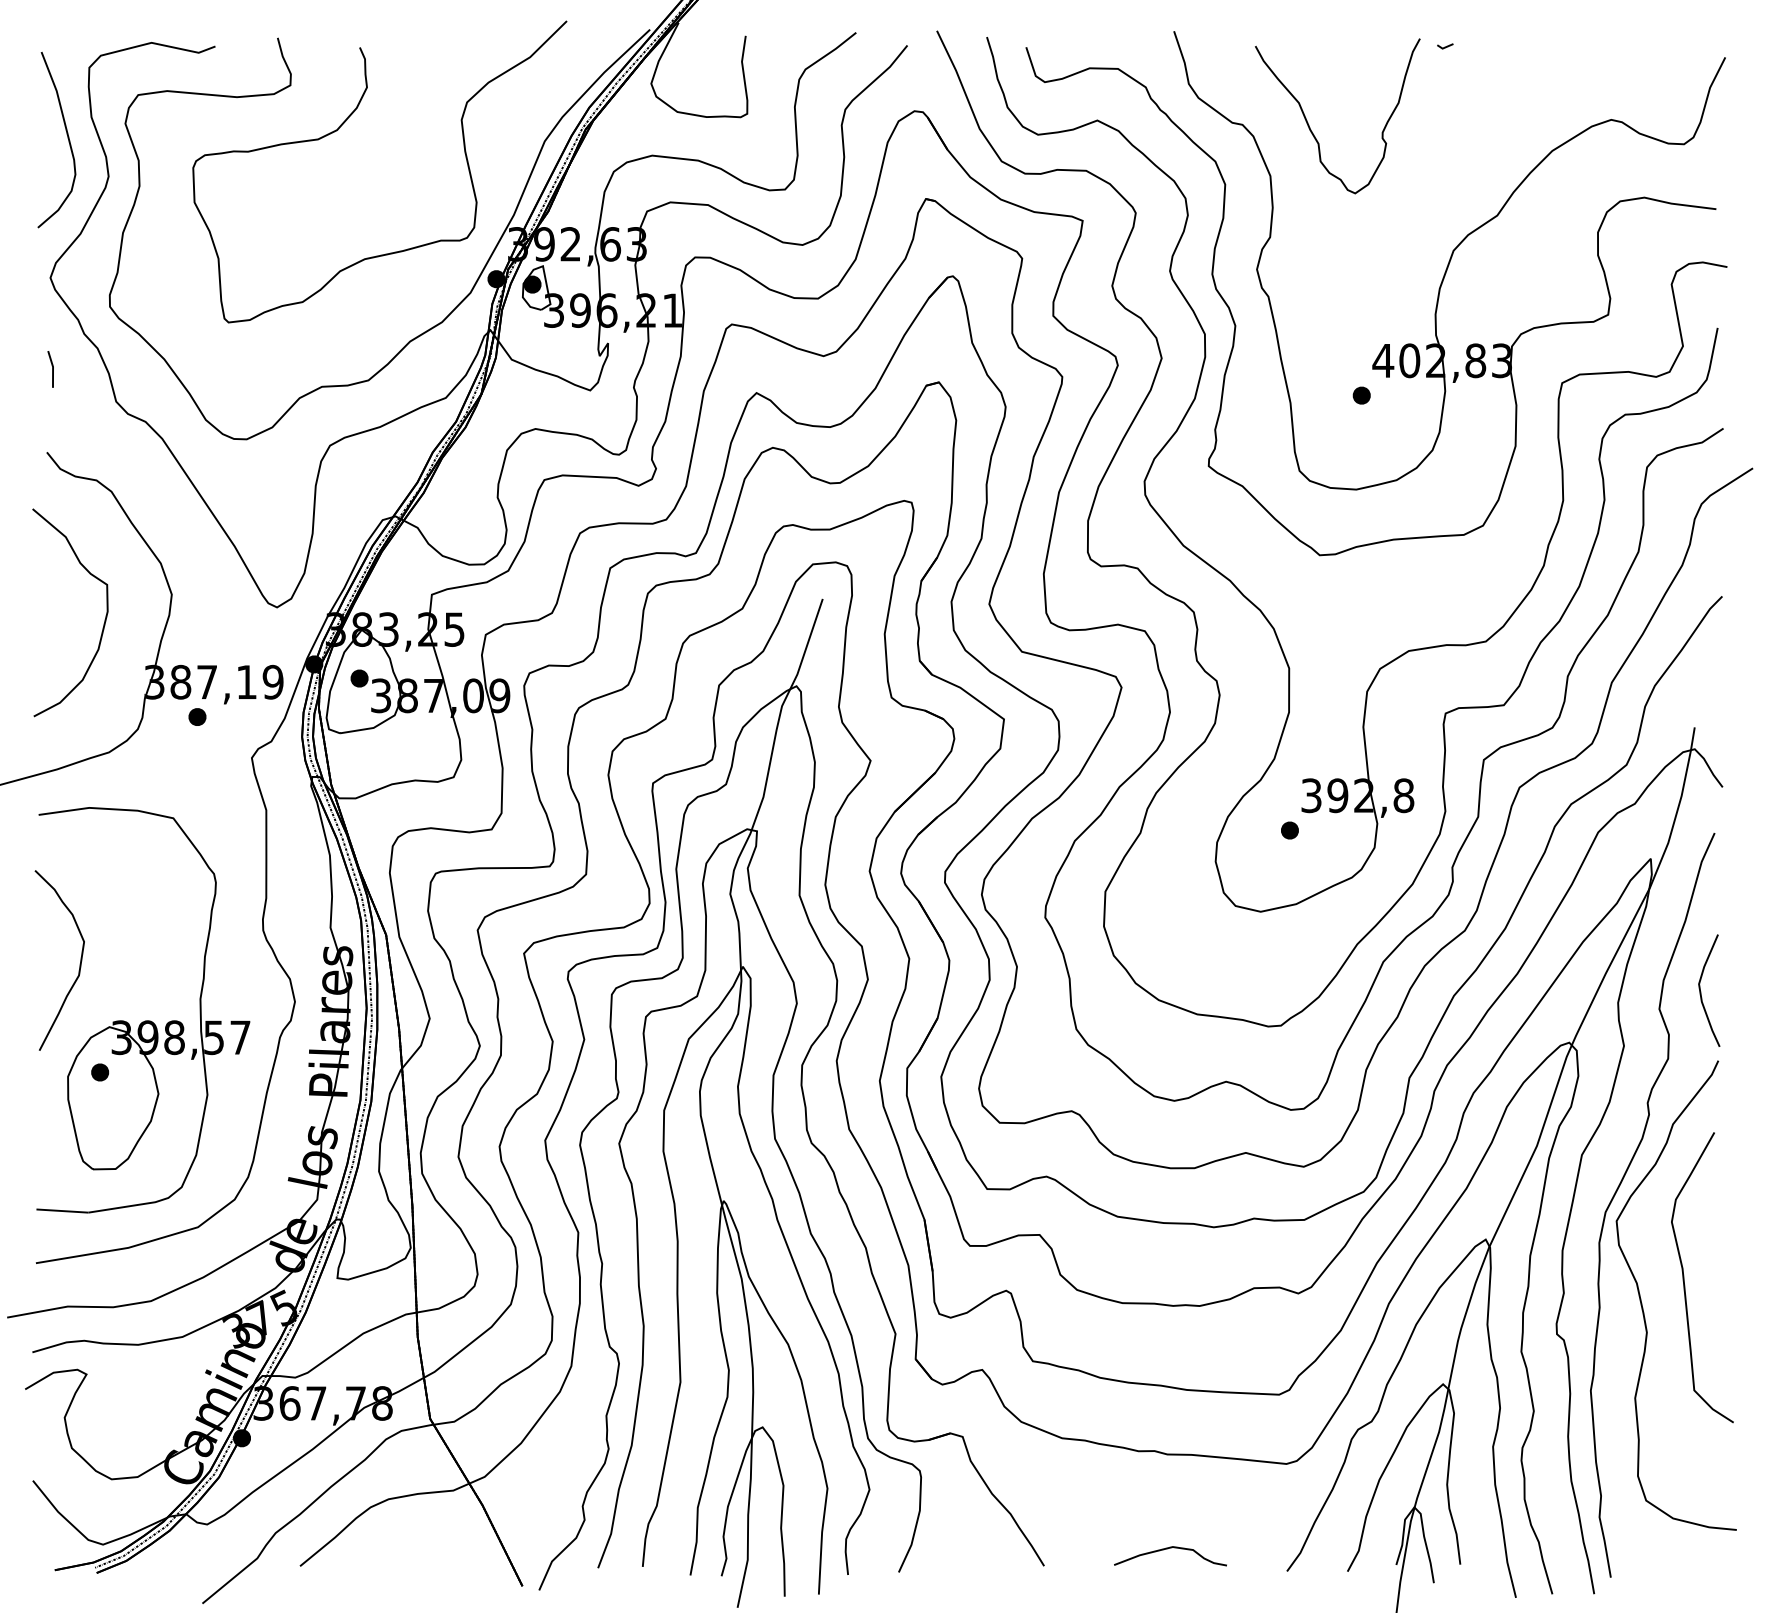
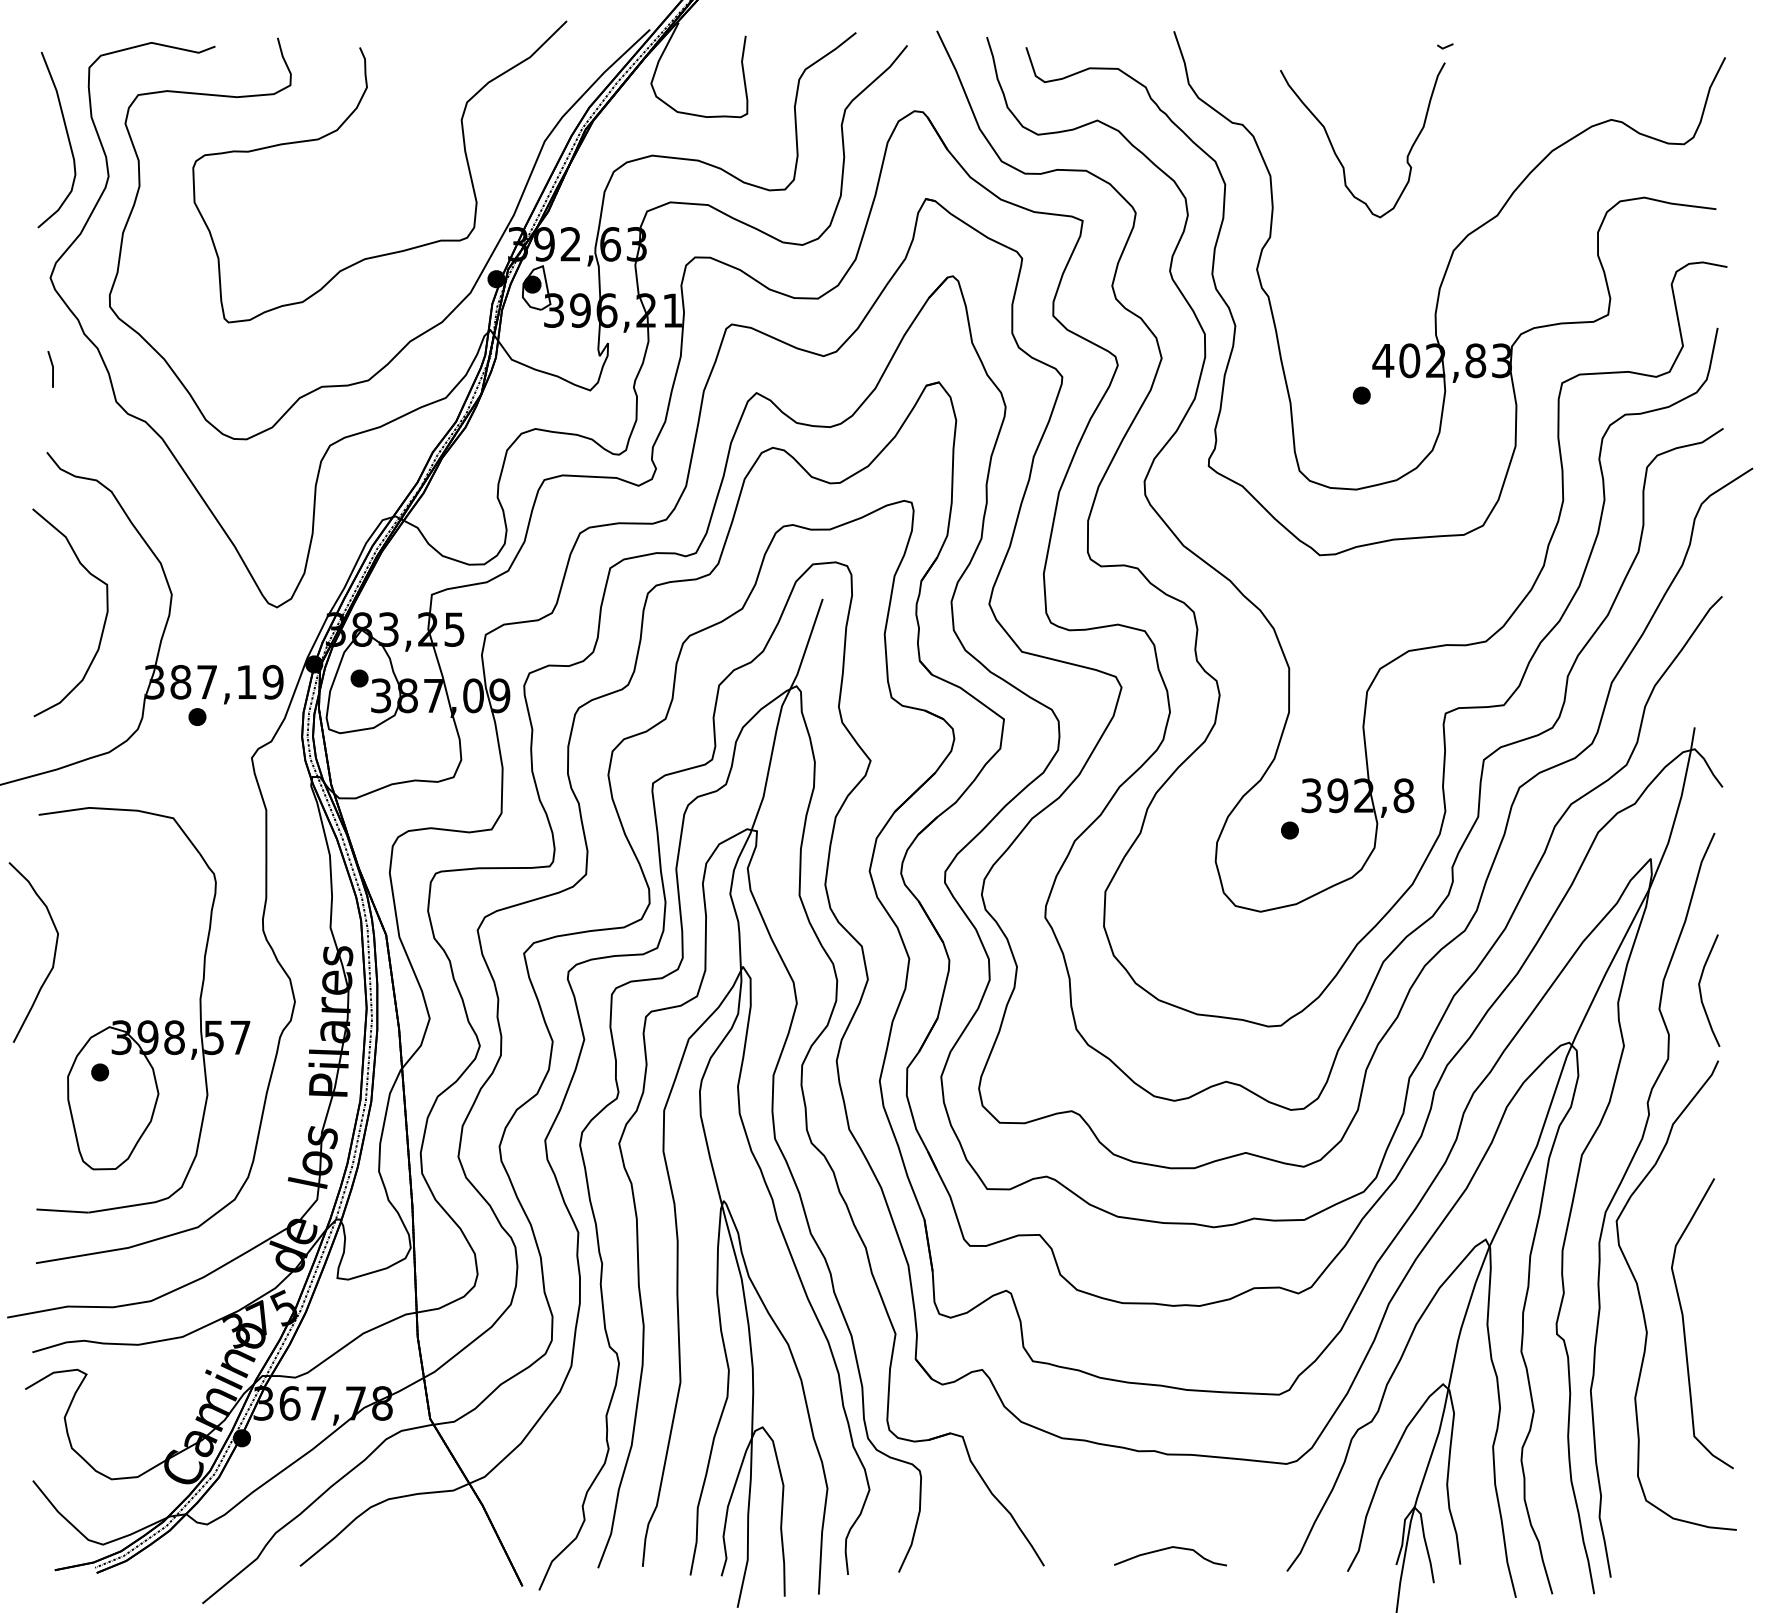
curve at (1311, 129) position: (1311, 129) -> (1336, 153)
curve at (79, 964) position: (79, 964) -> (53, 956)
curve at (1684, 1277) position: (1684, 1277) -> (1684, 1323)
